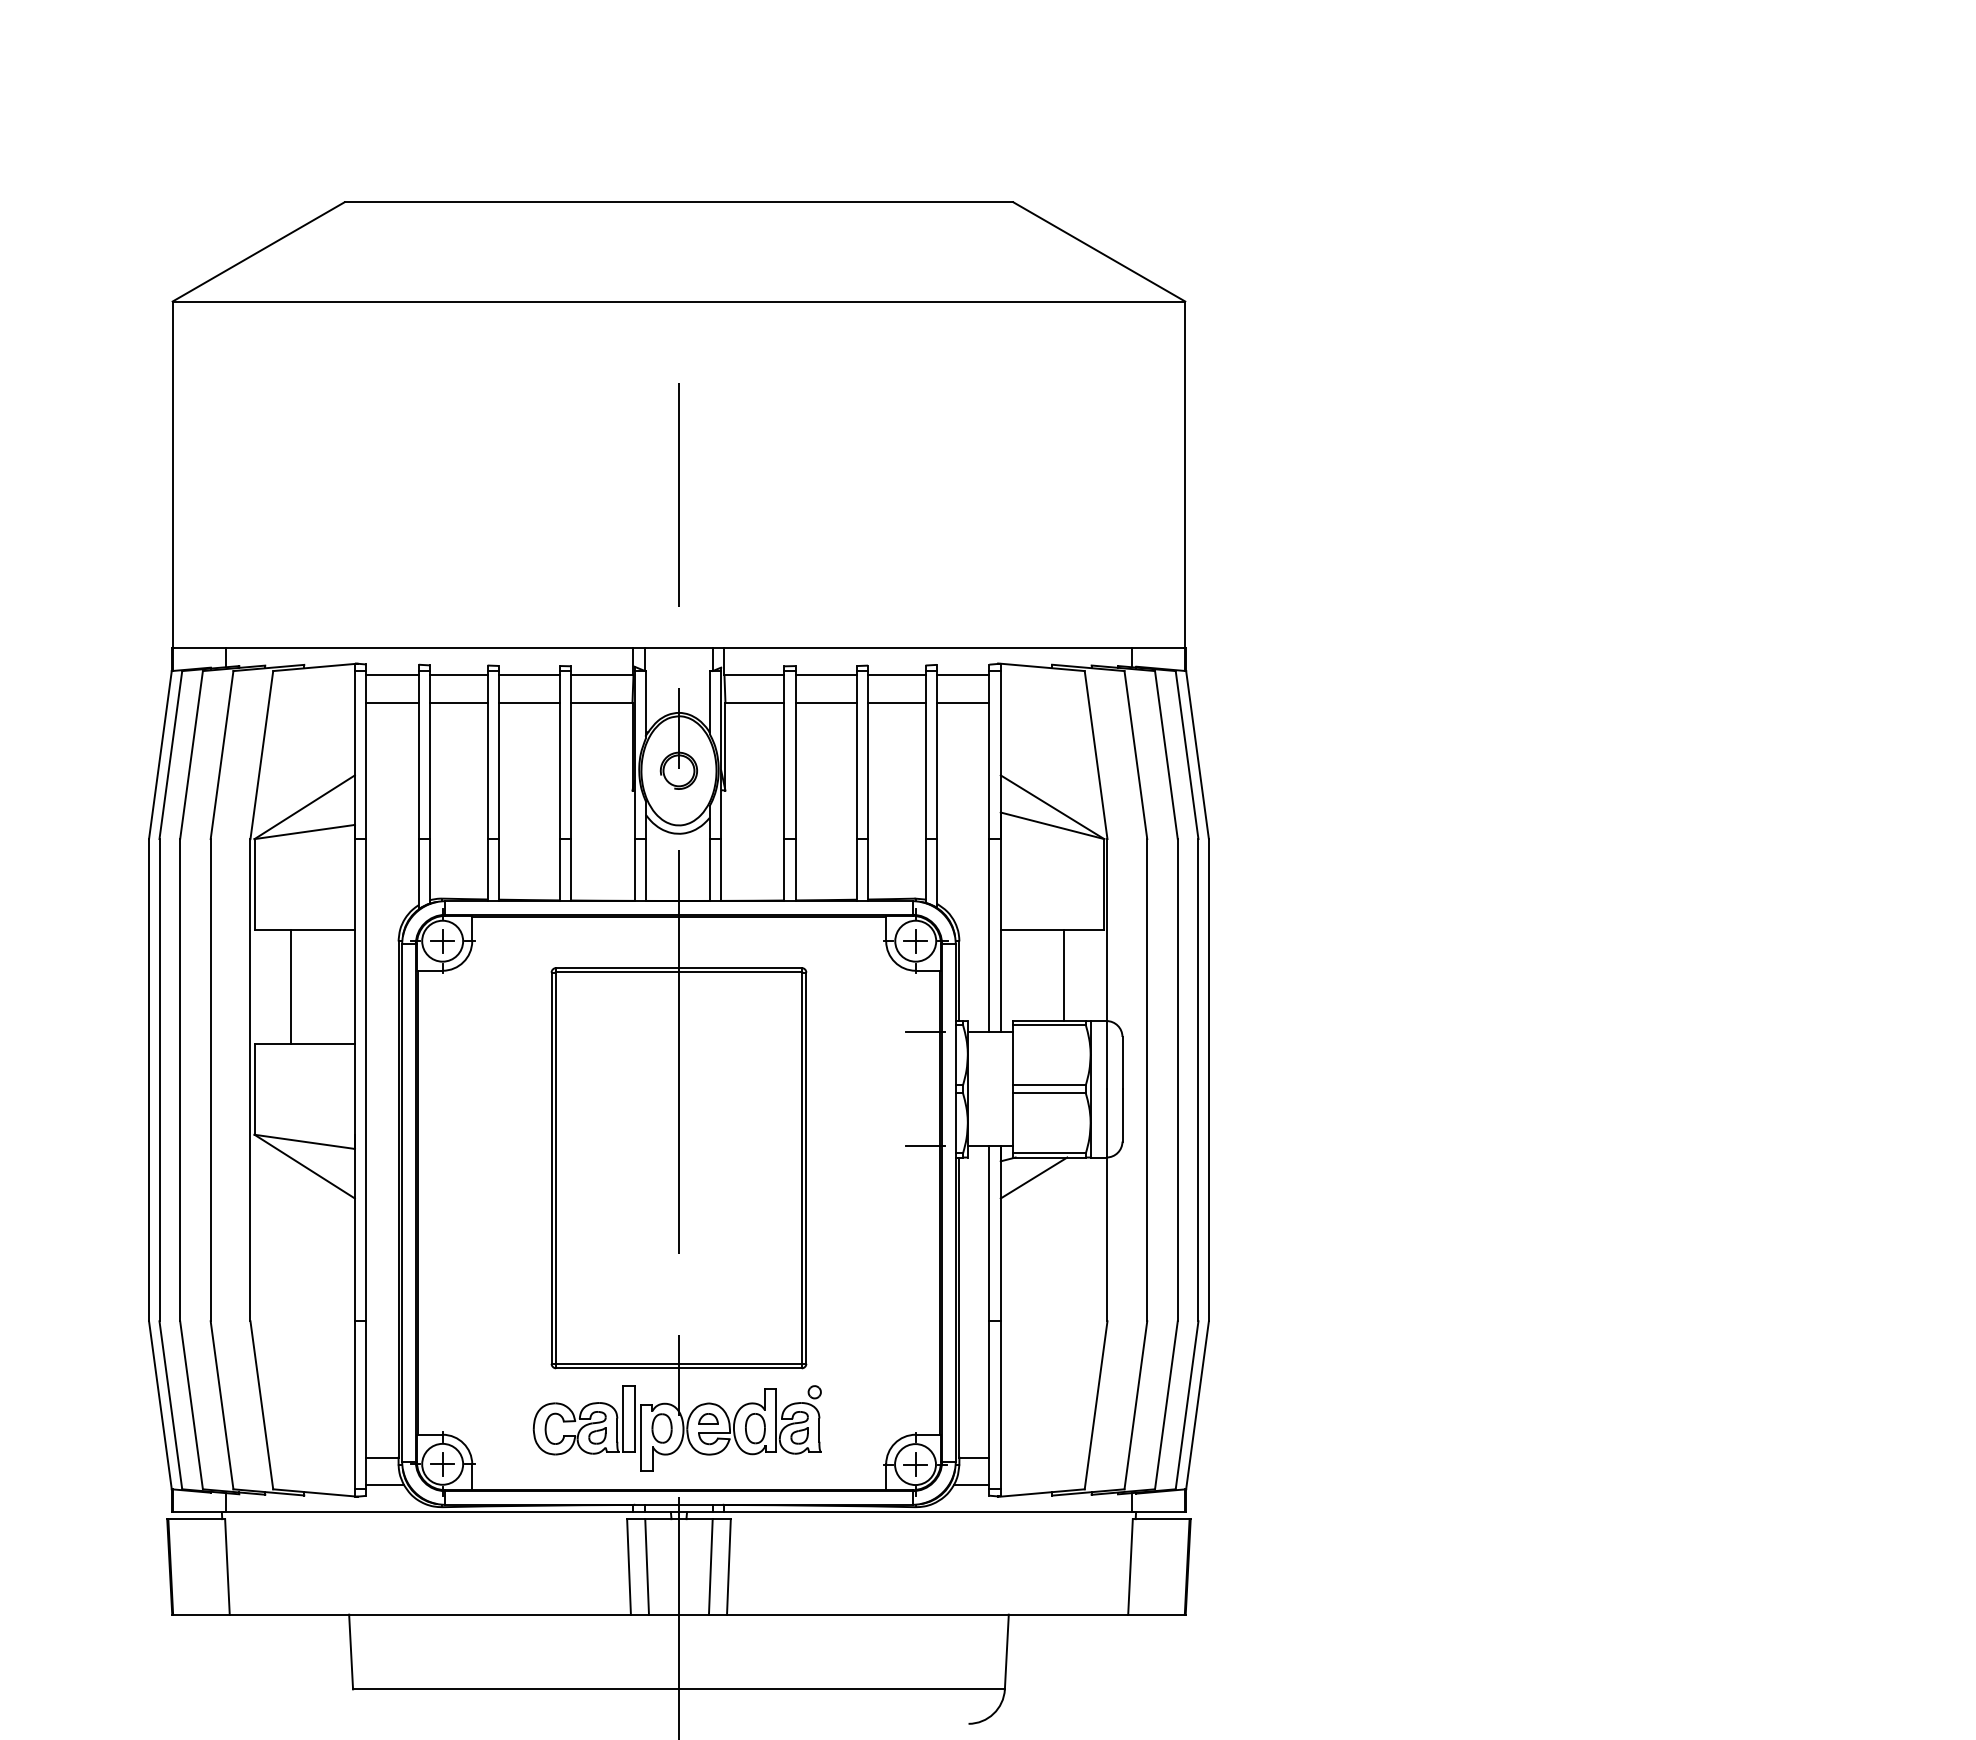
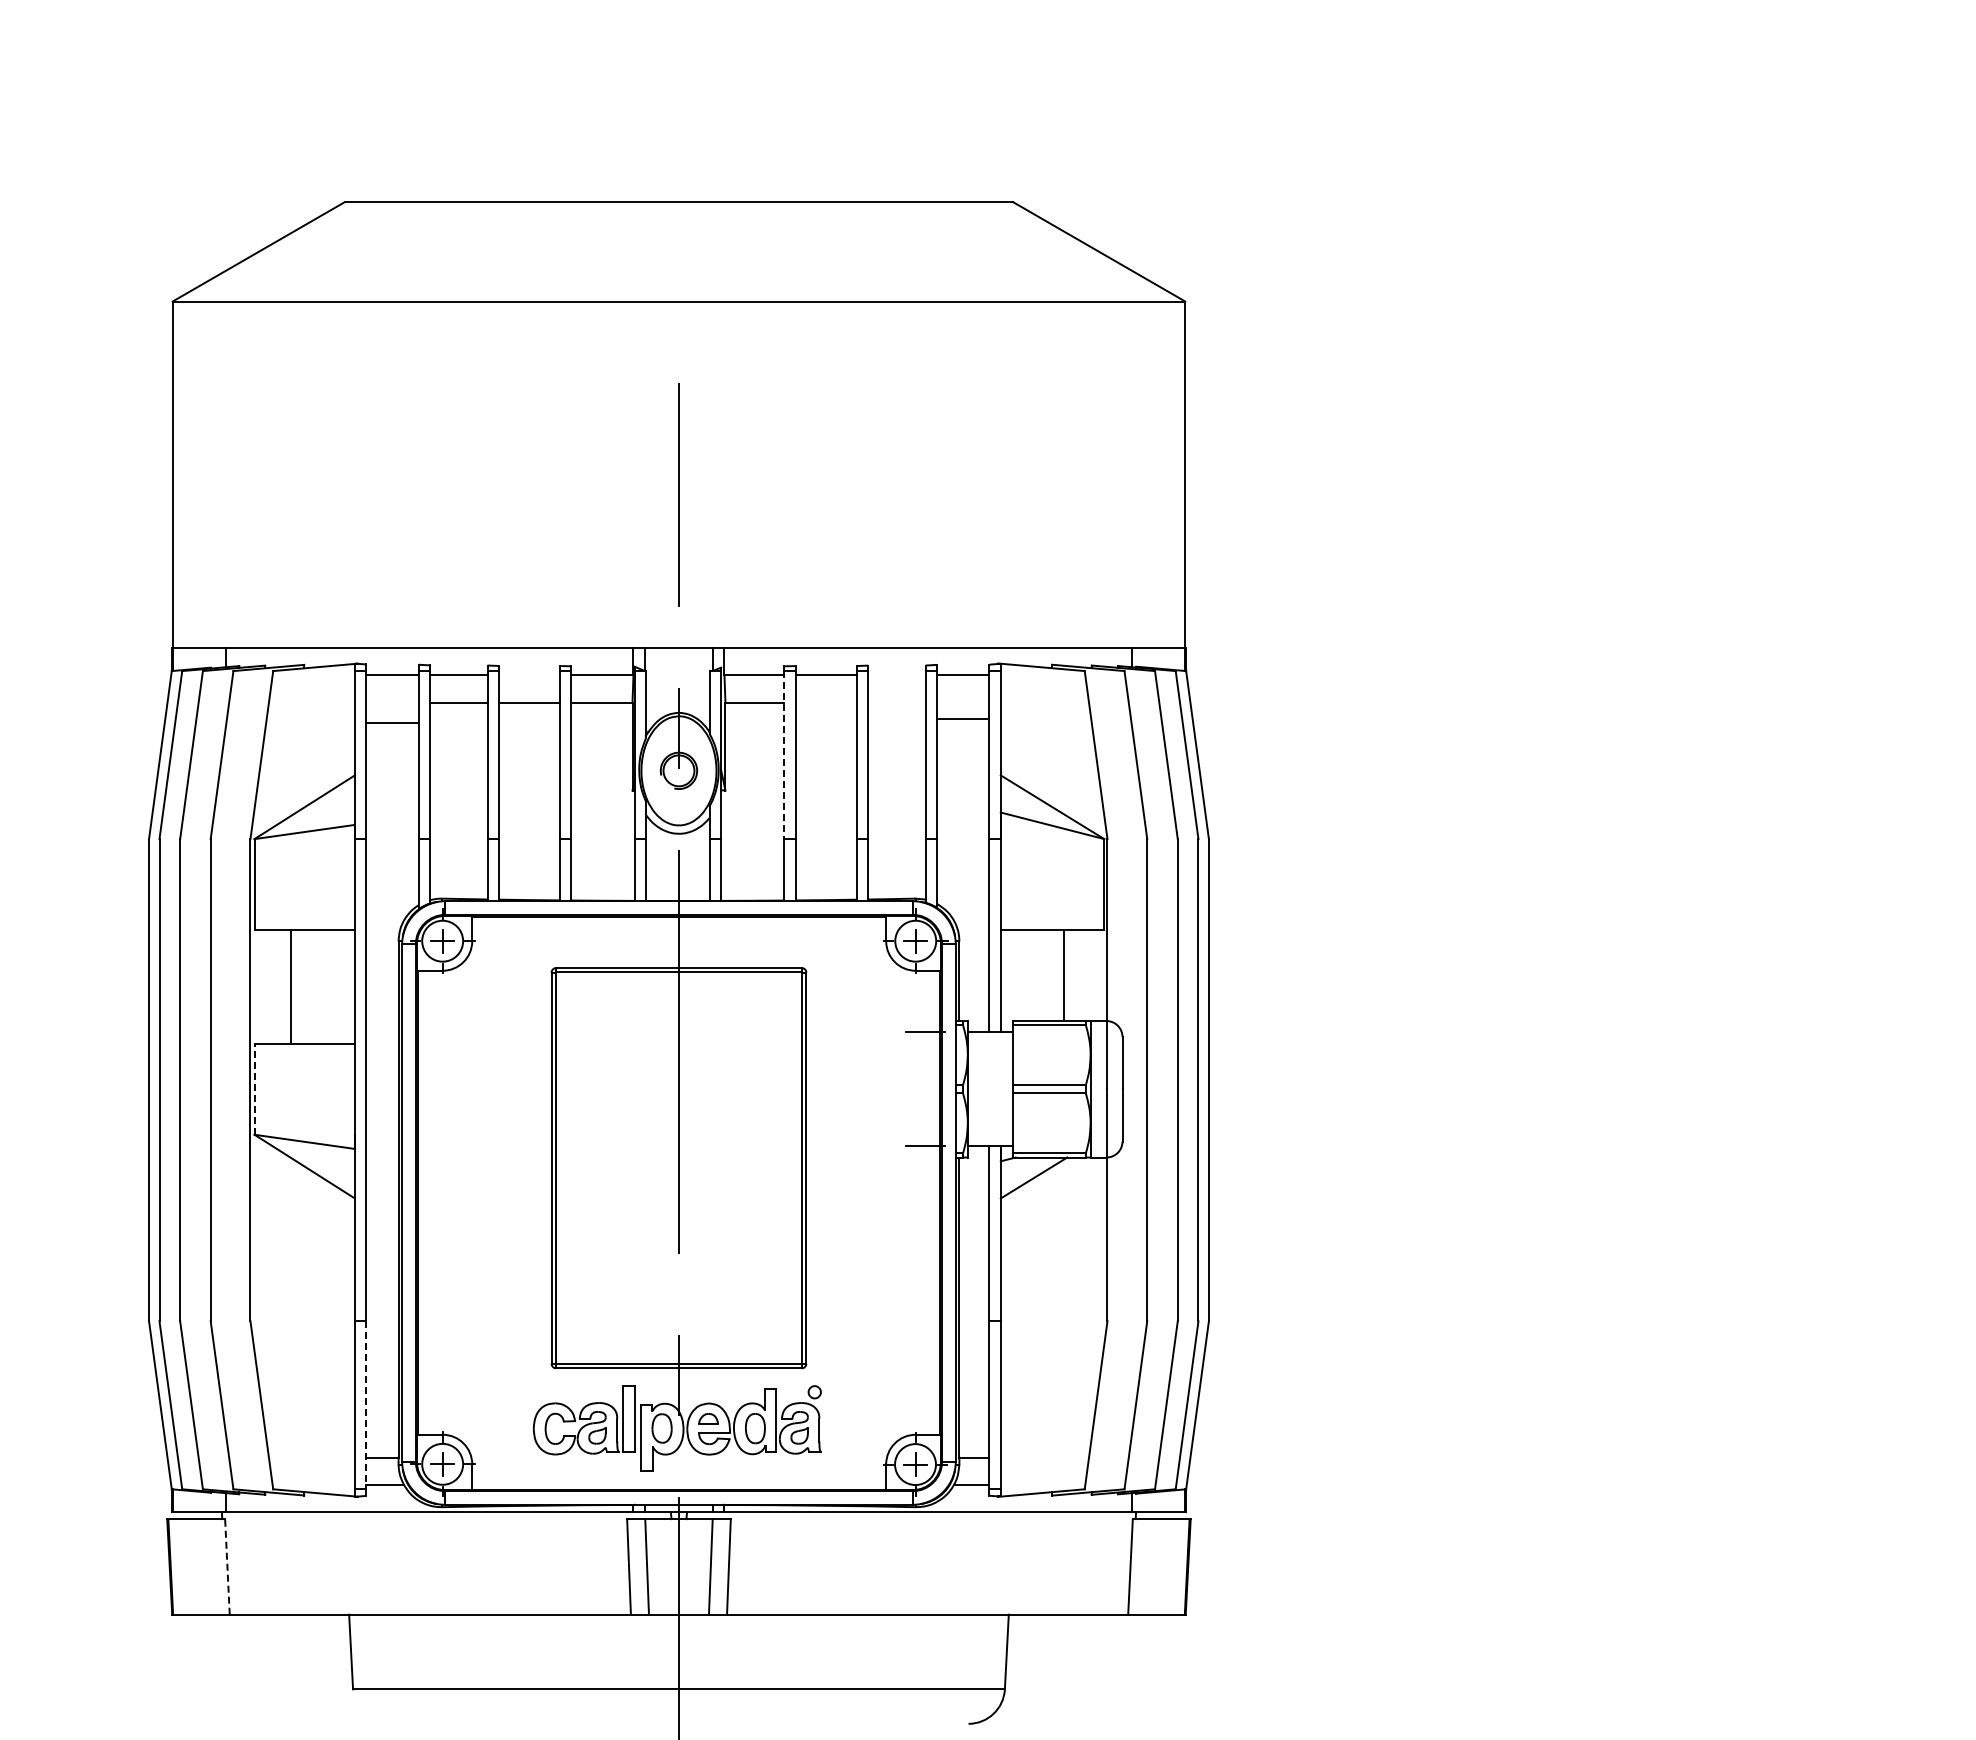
line at (528, 675): present -> none
line at (896, 675): present -> none
line at (392, 702) position: (392, 702) -> (392, 722)
line at (825, 702): present -> none
line at (896, 702): present -> none
line at (962, 702) position: (962, 702) -> (962, 718)
line at (784, 755): solid -> dashed
line at (254, 1088): solid -> dashed
line at (366, 1405): solid -> dashed
line at (227, 1566): solid -> dashed
